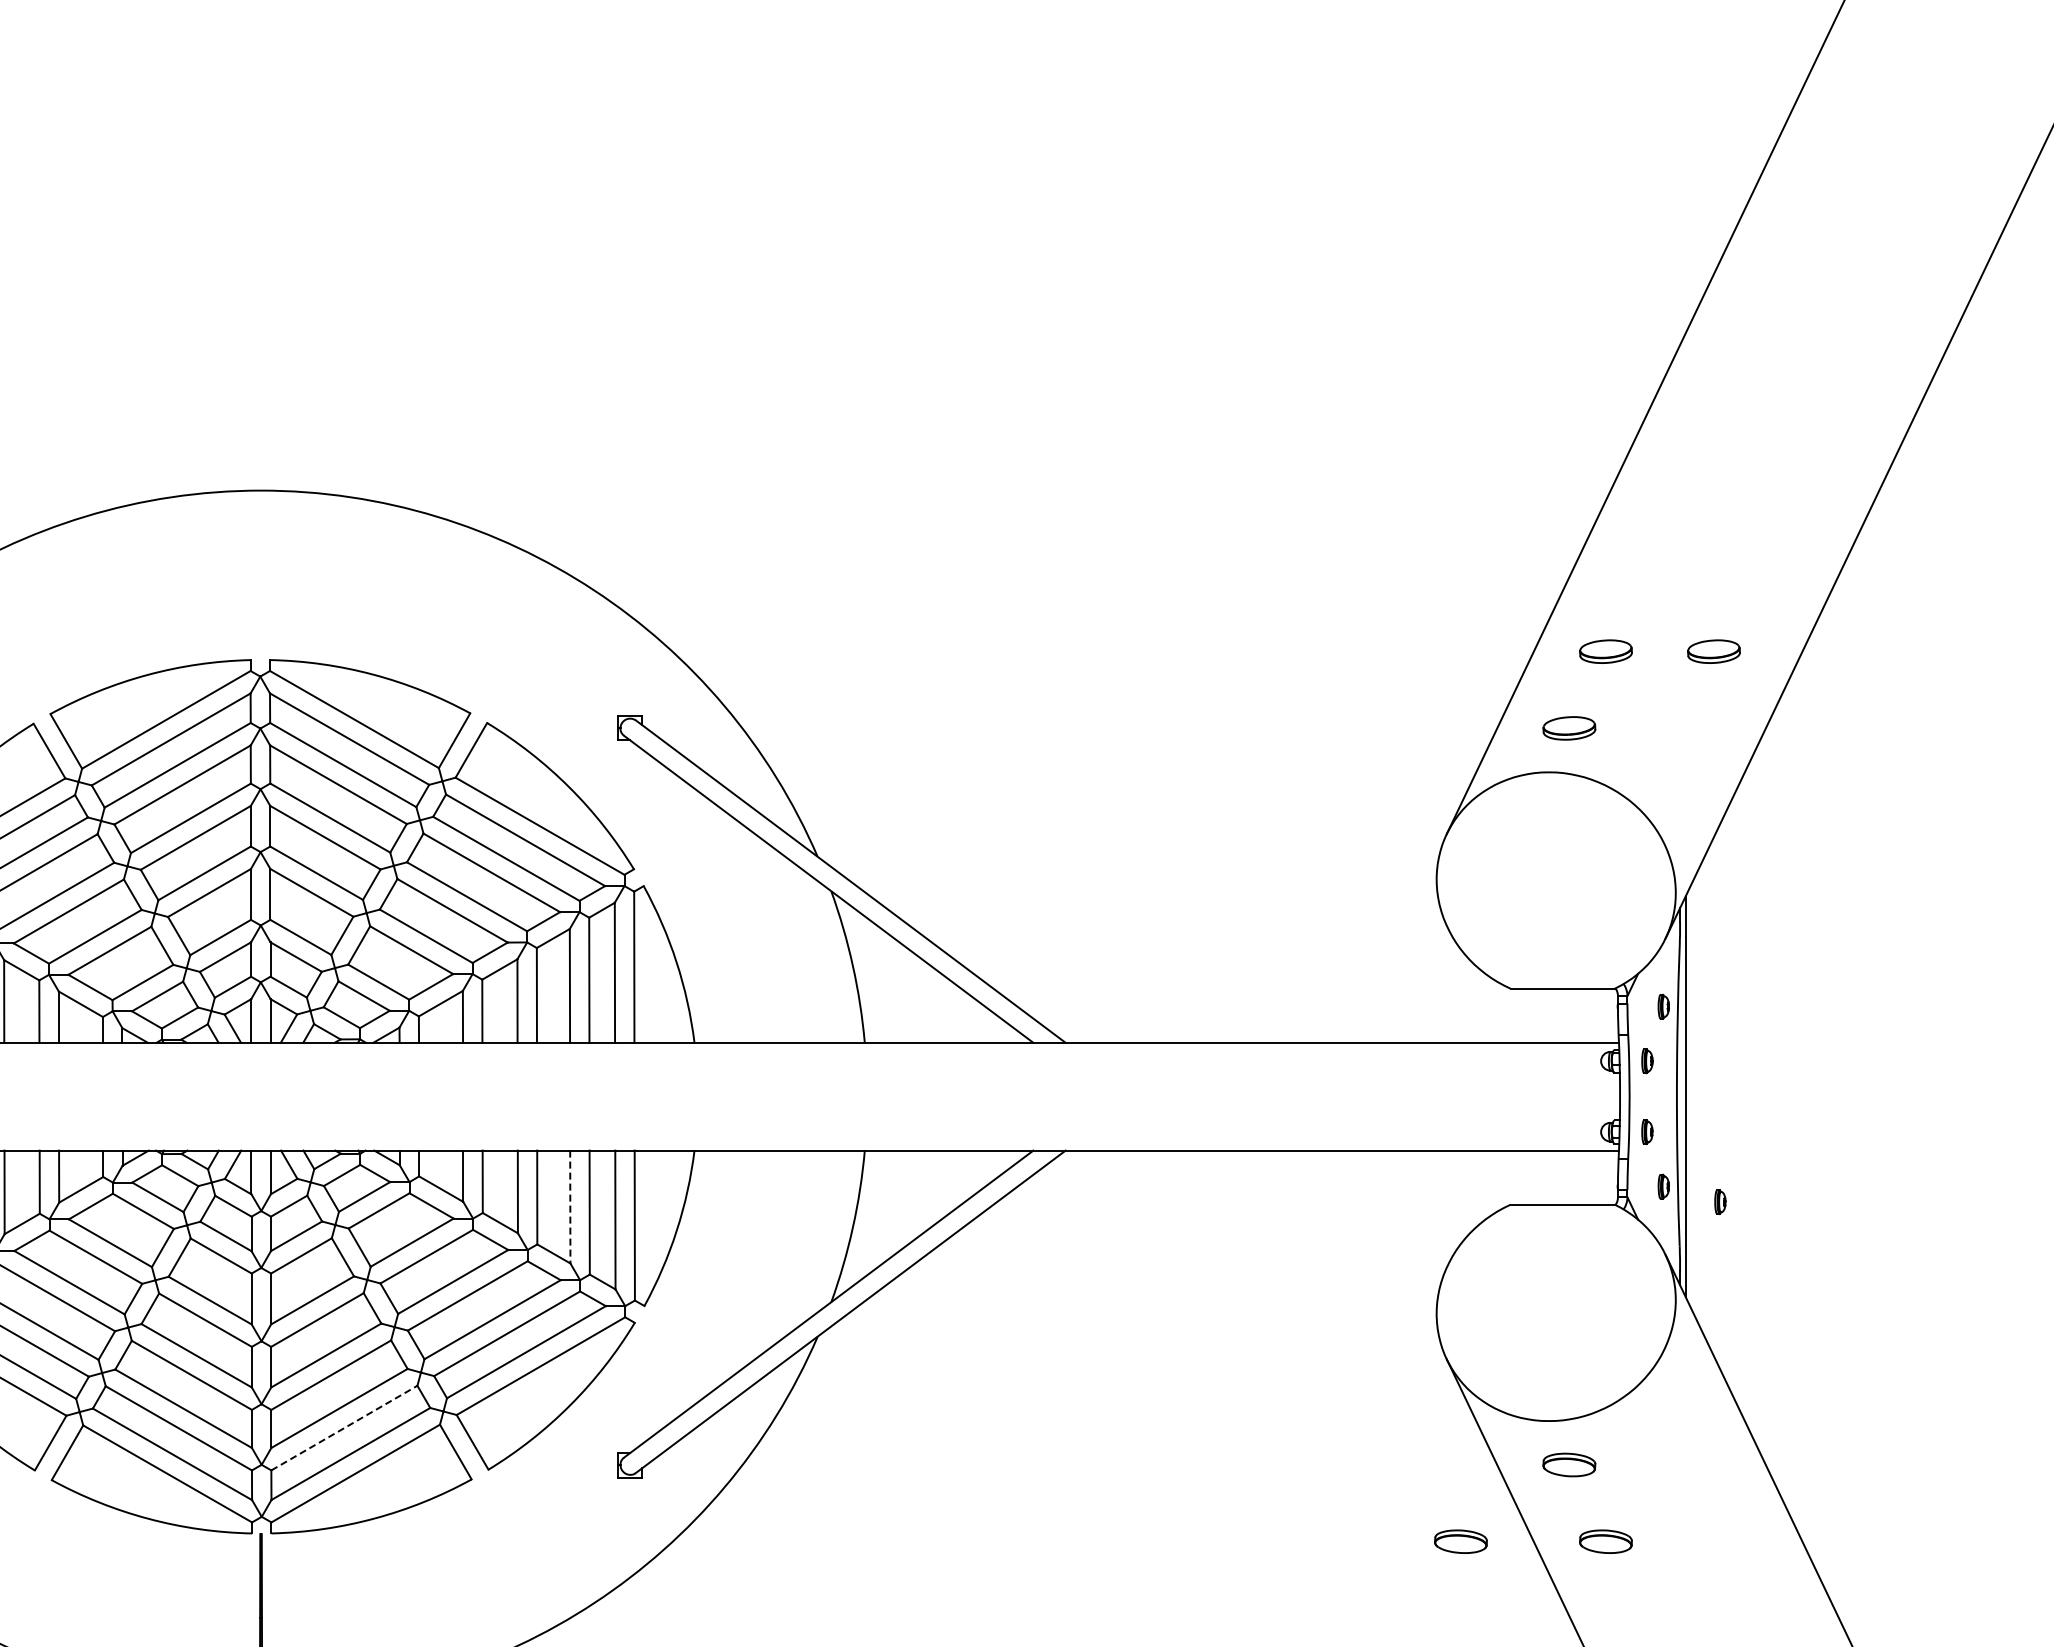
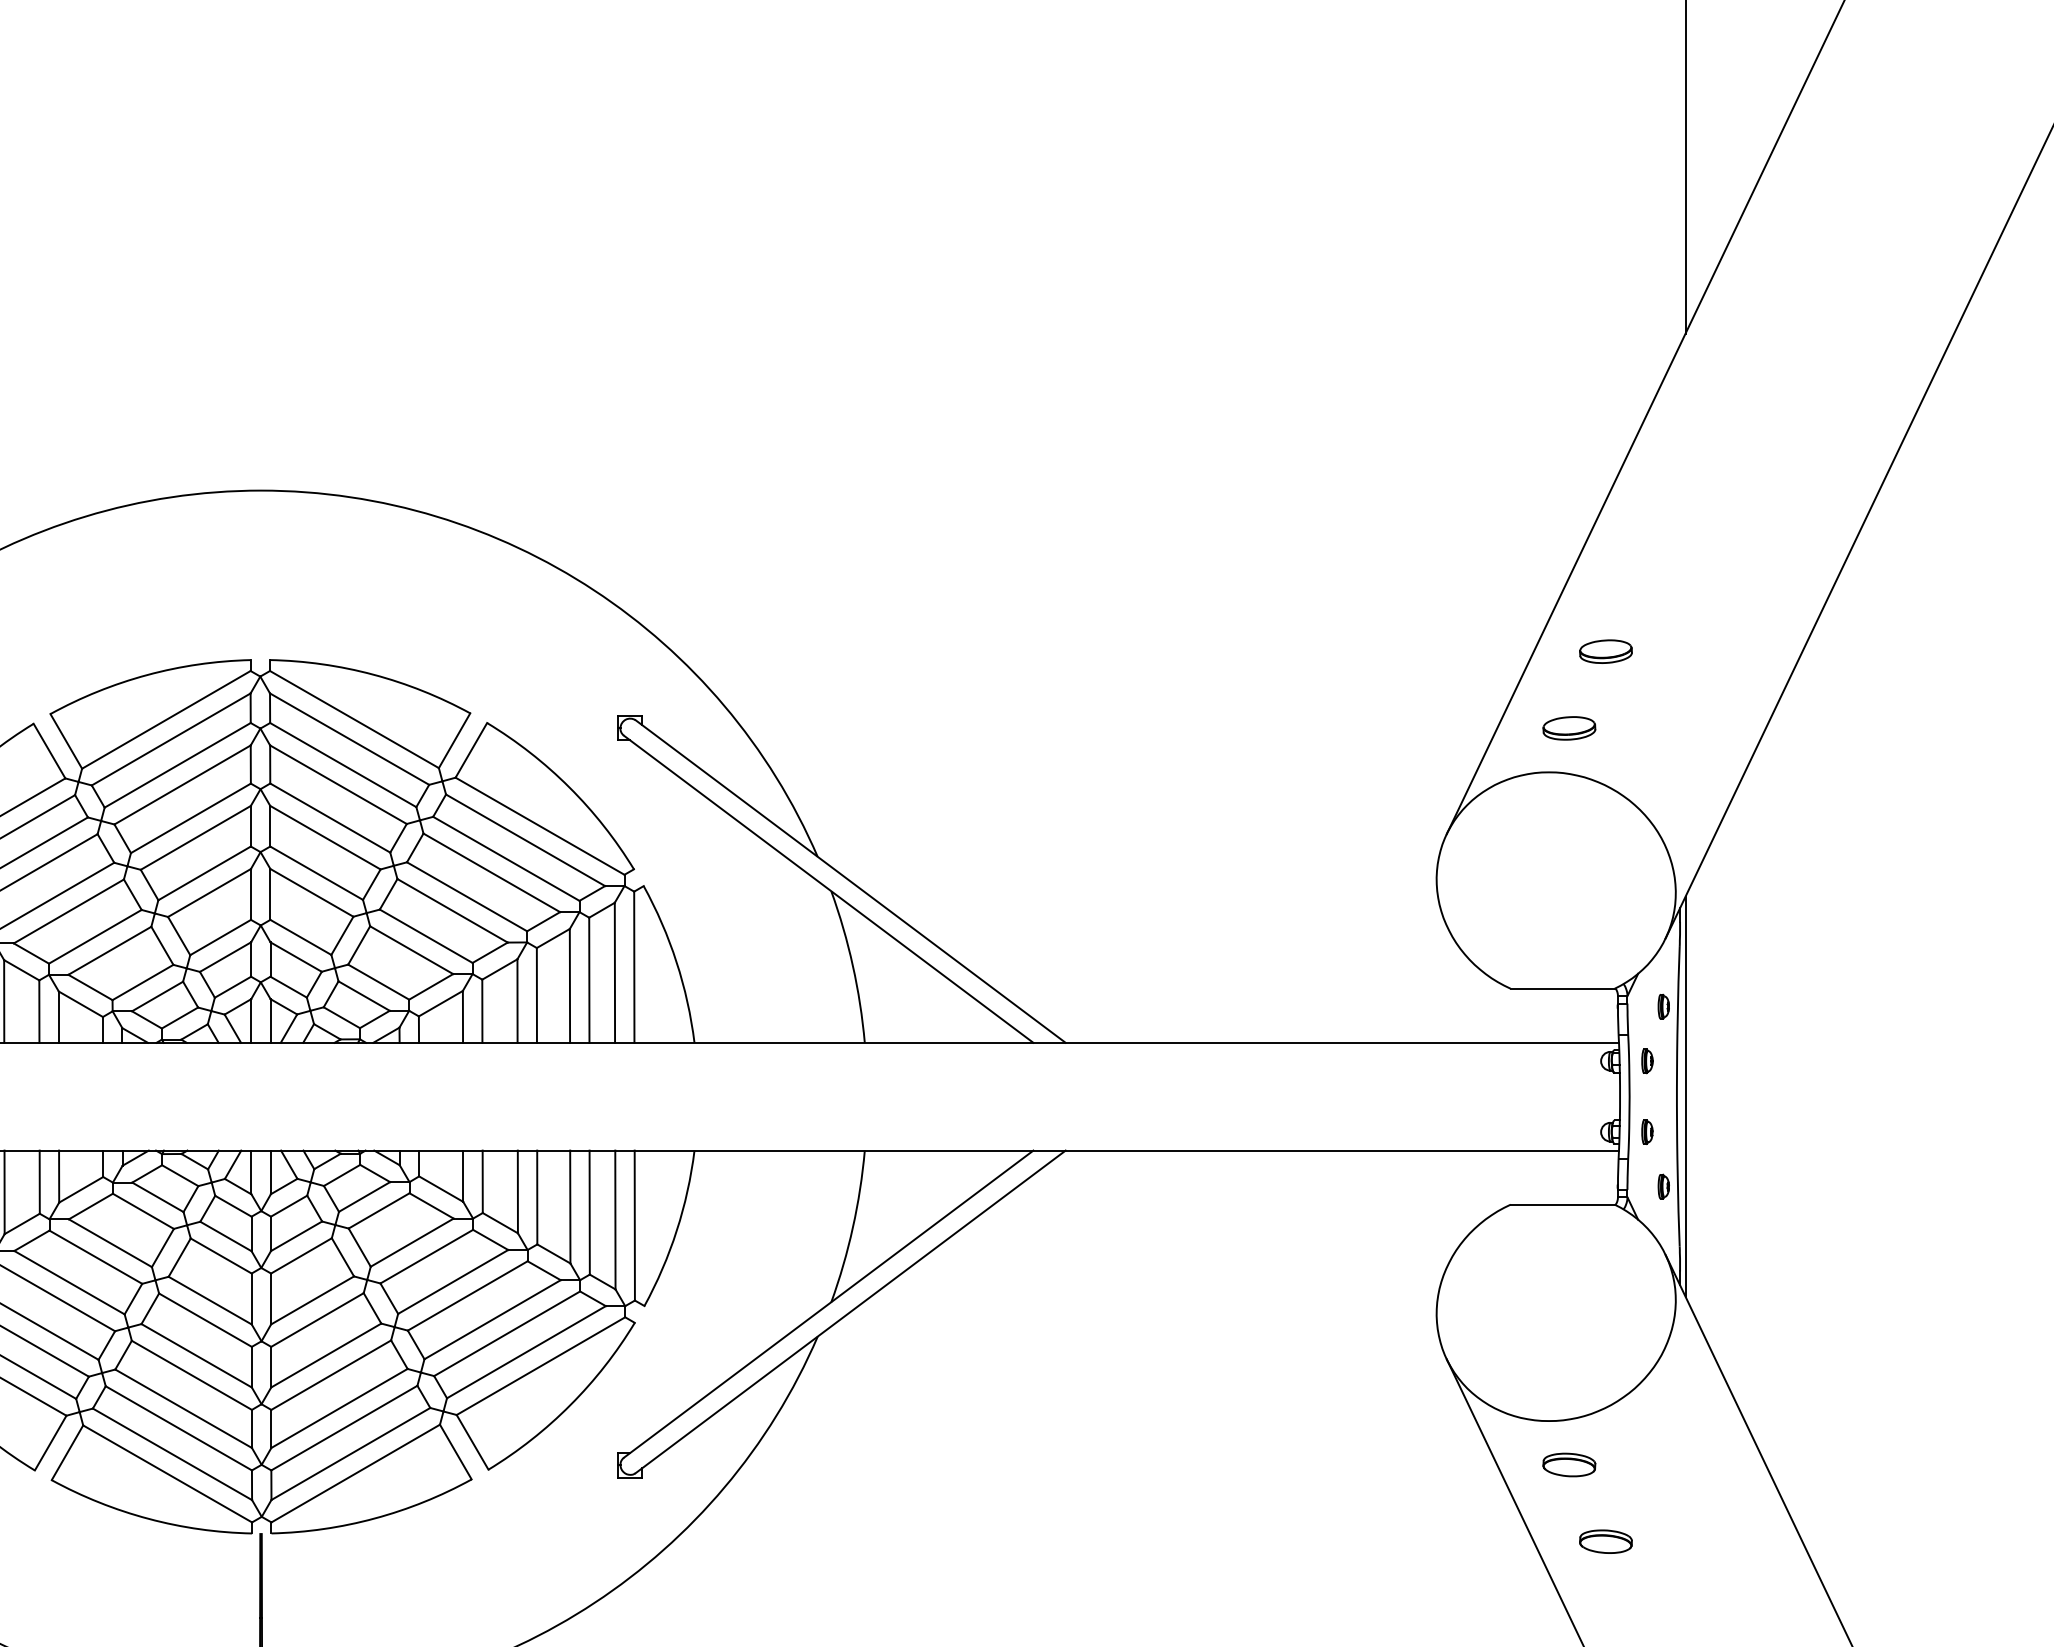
line at (1685, 167): none -> present
part at (1713, 651): present -> none
part at (1720, 1201): present -> none
line at (570, 1207): dashed -> solid
line at (344, 1427): dashed -> solid
part at (1460, 1541): present -> none
